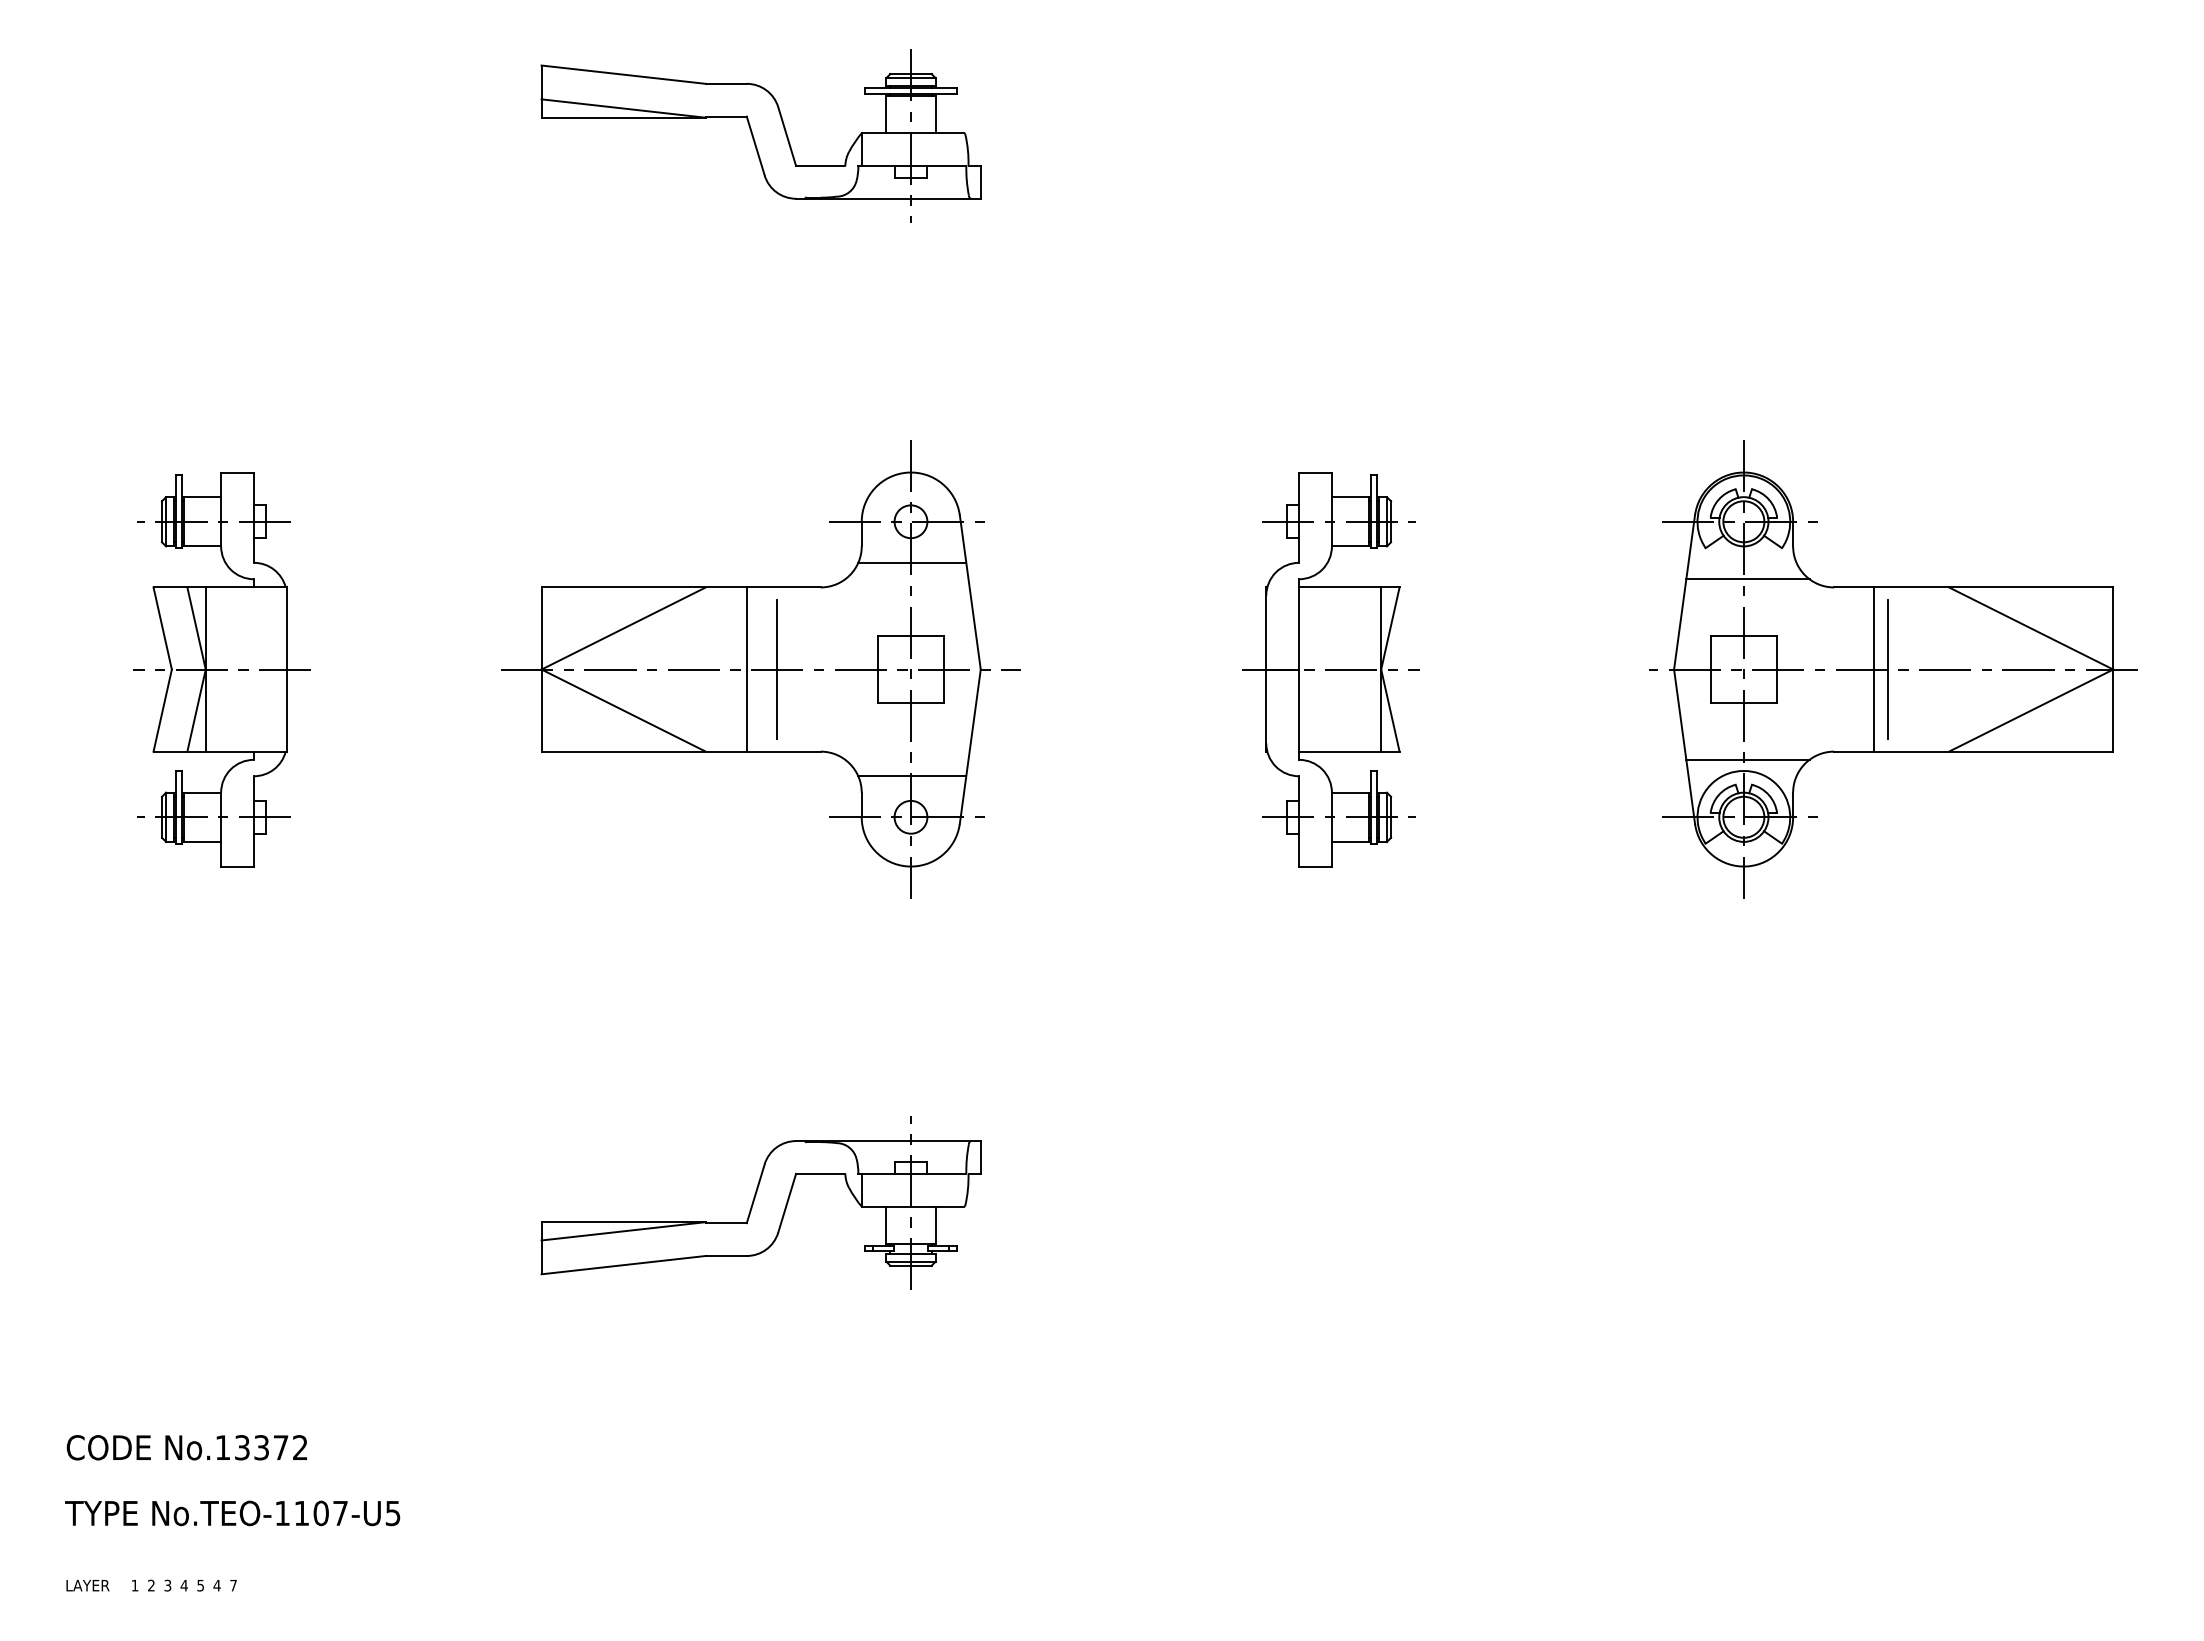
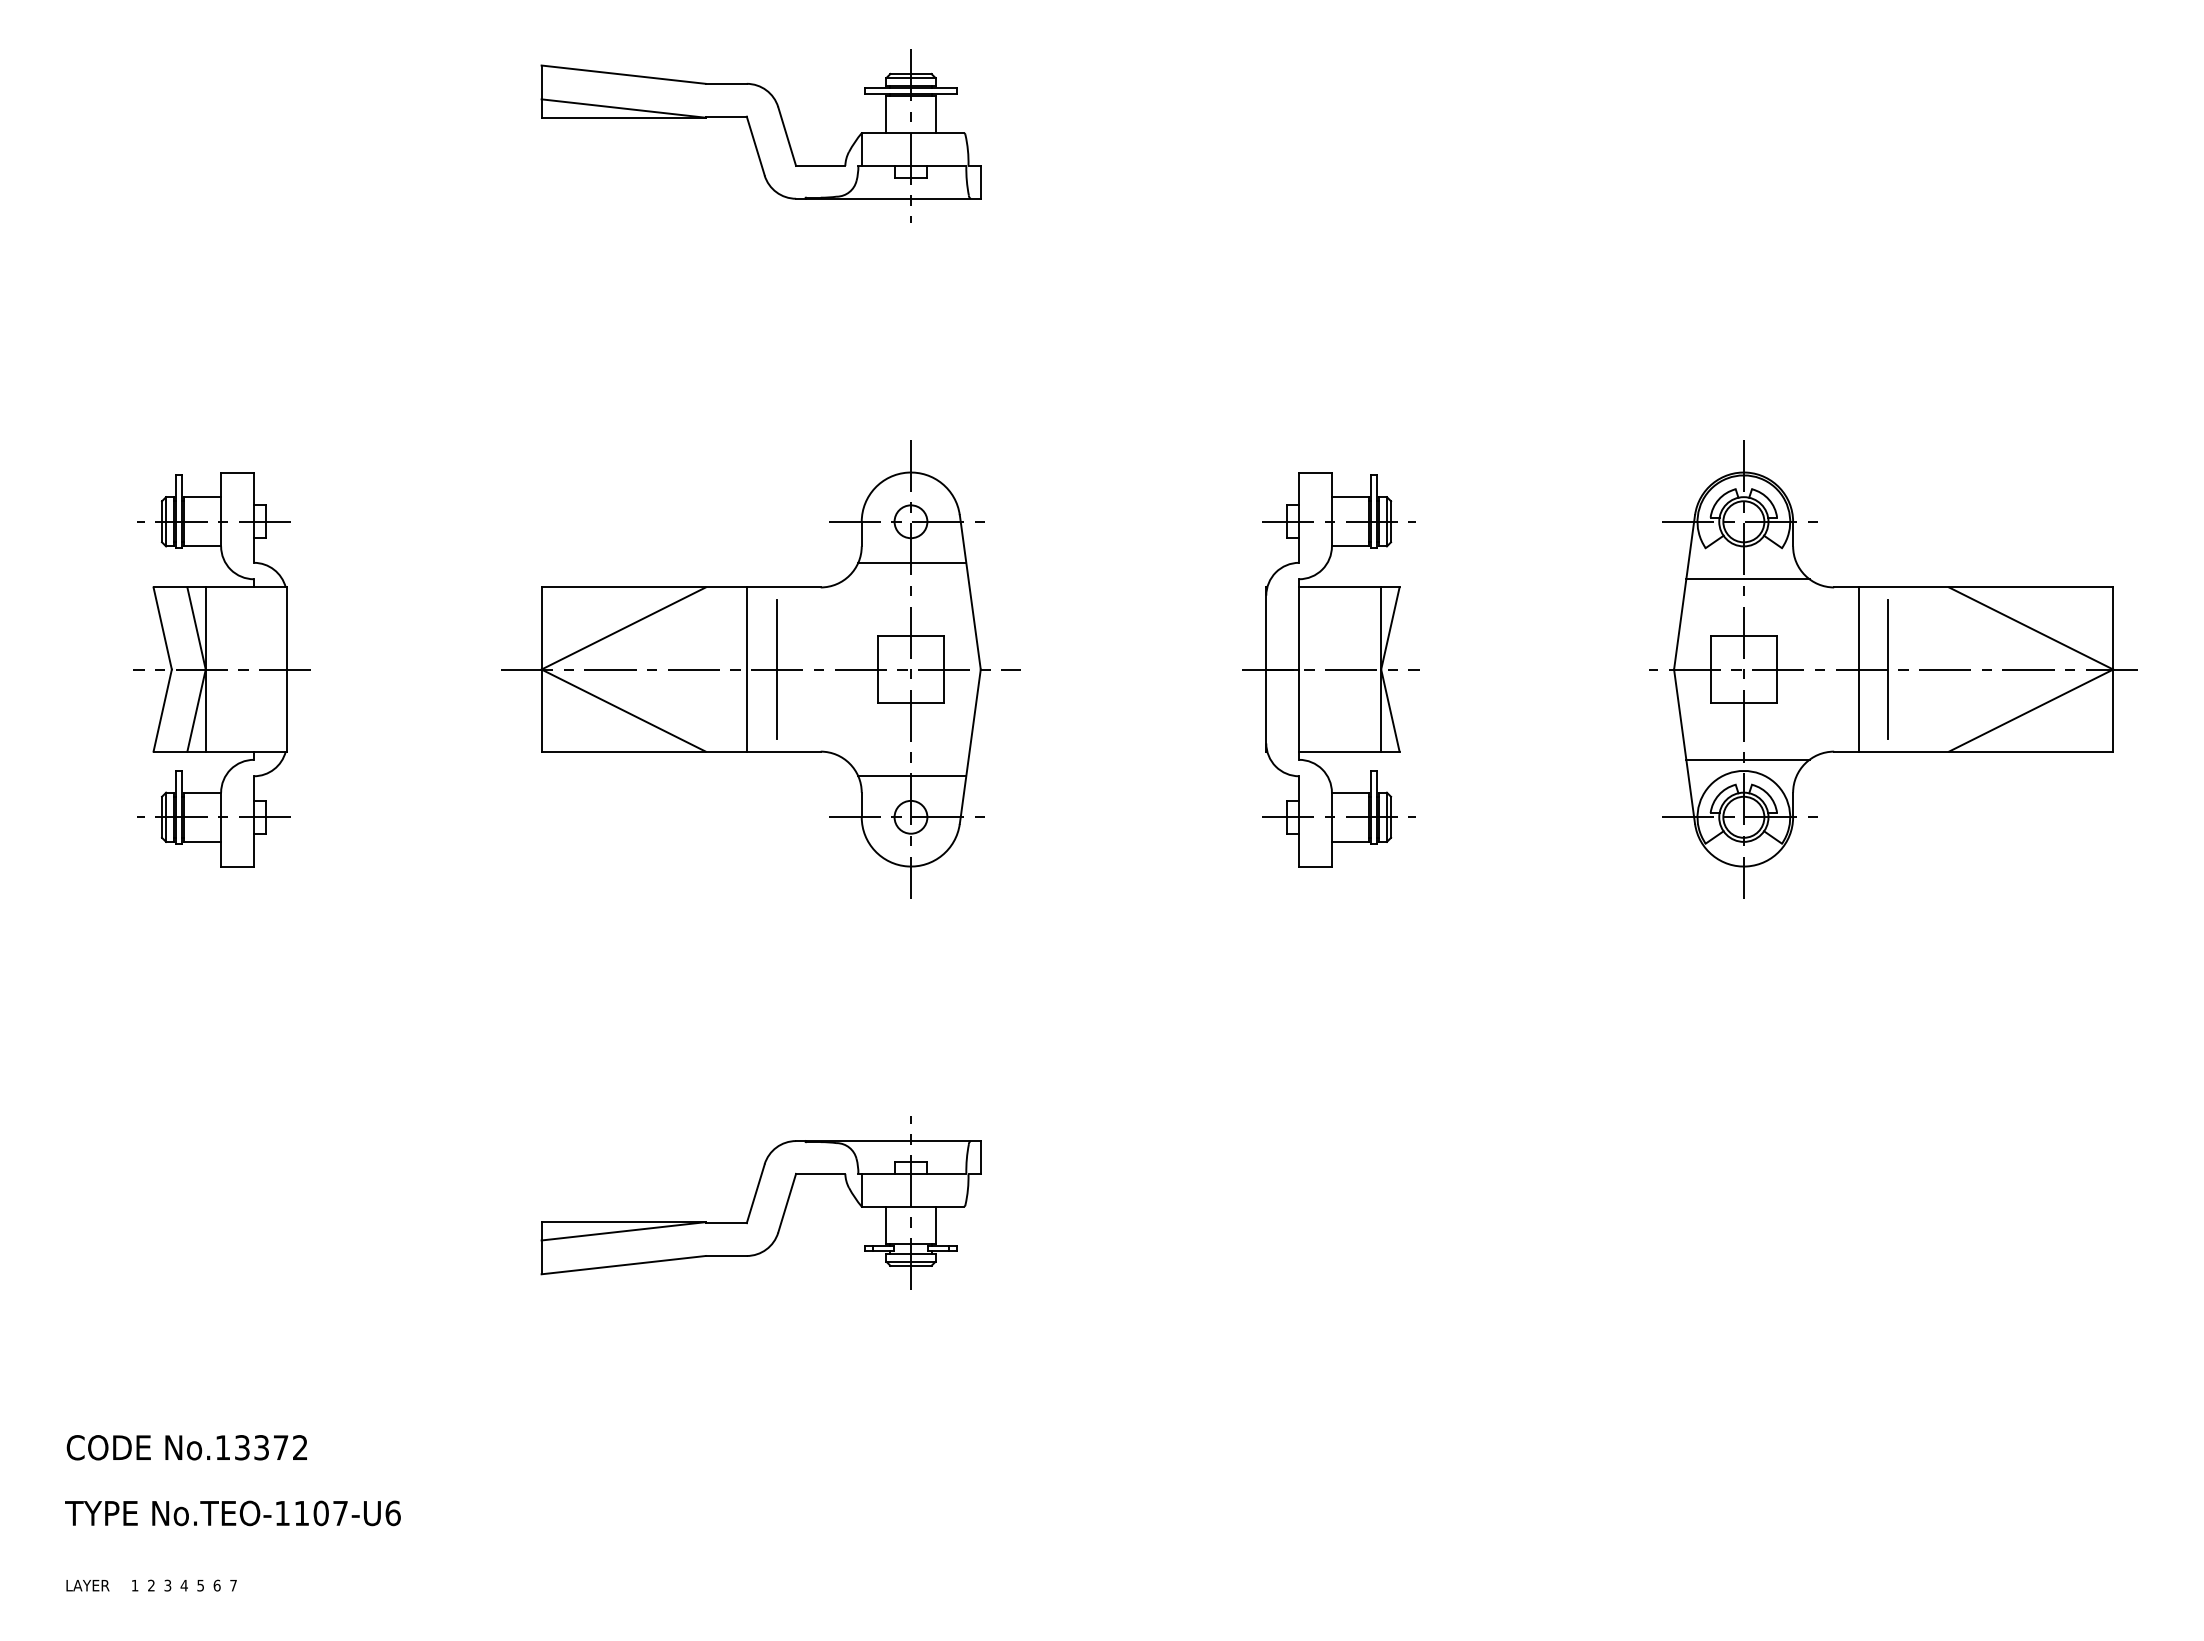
line at (1873, 669) position: (1873, 669) -> (1858, 669)
text at (392, 1513): No.TEO-1107-U5 -> No.TEO-1107-U6
text at (216, 1585): 4 -> 6
